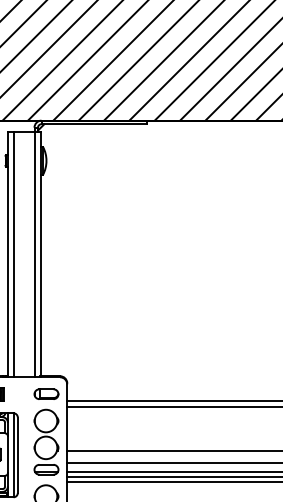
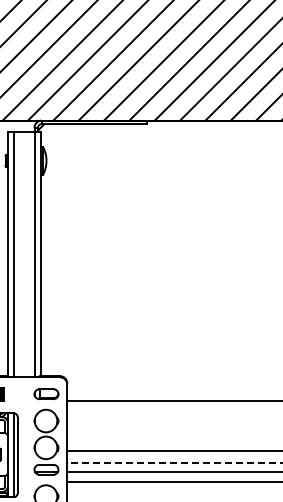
line at (173, 406): present -> none
line at (175, 463): solid -> dashed
line at (173, 476): present -> none
